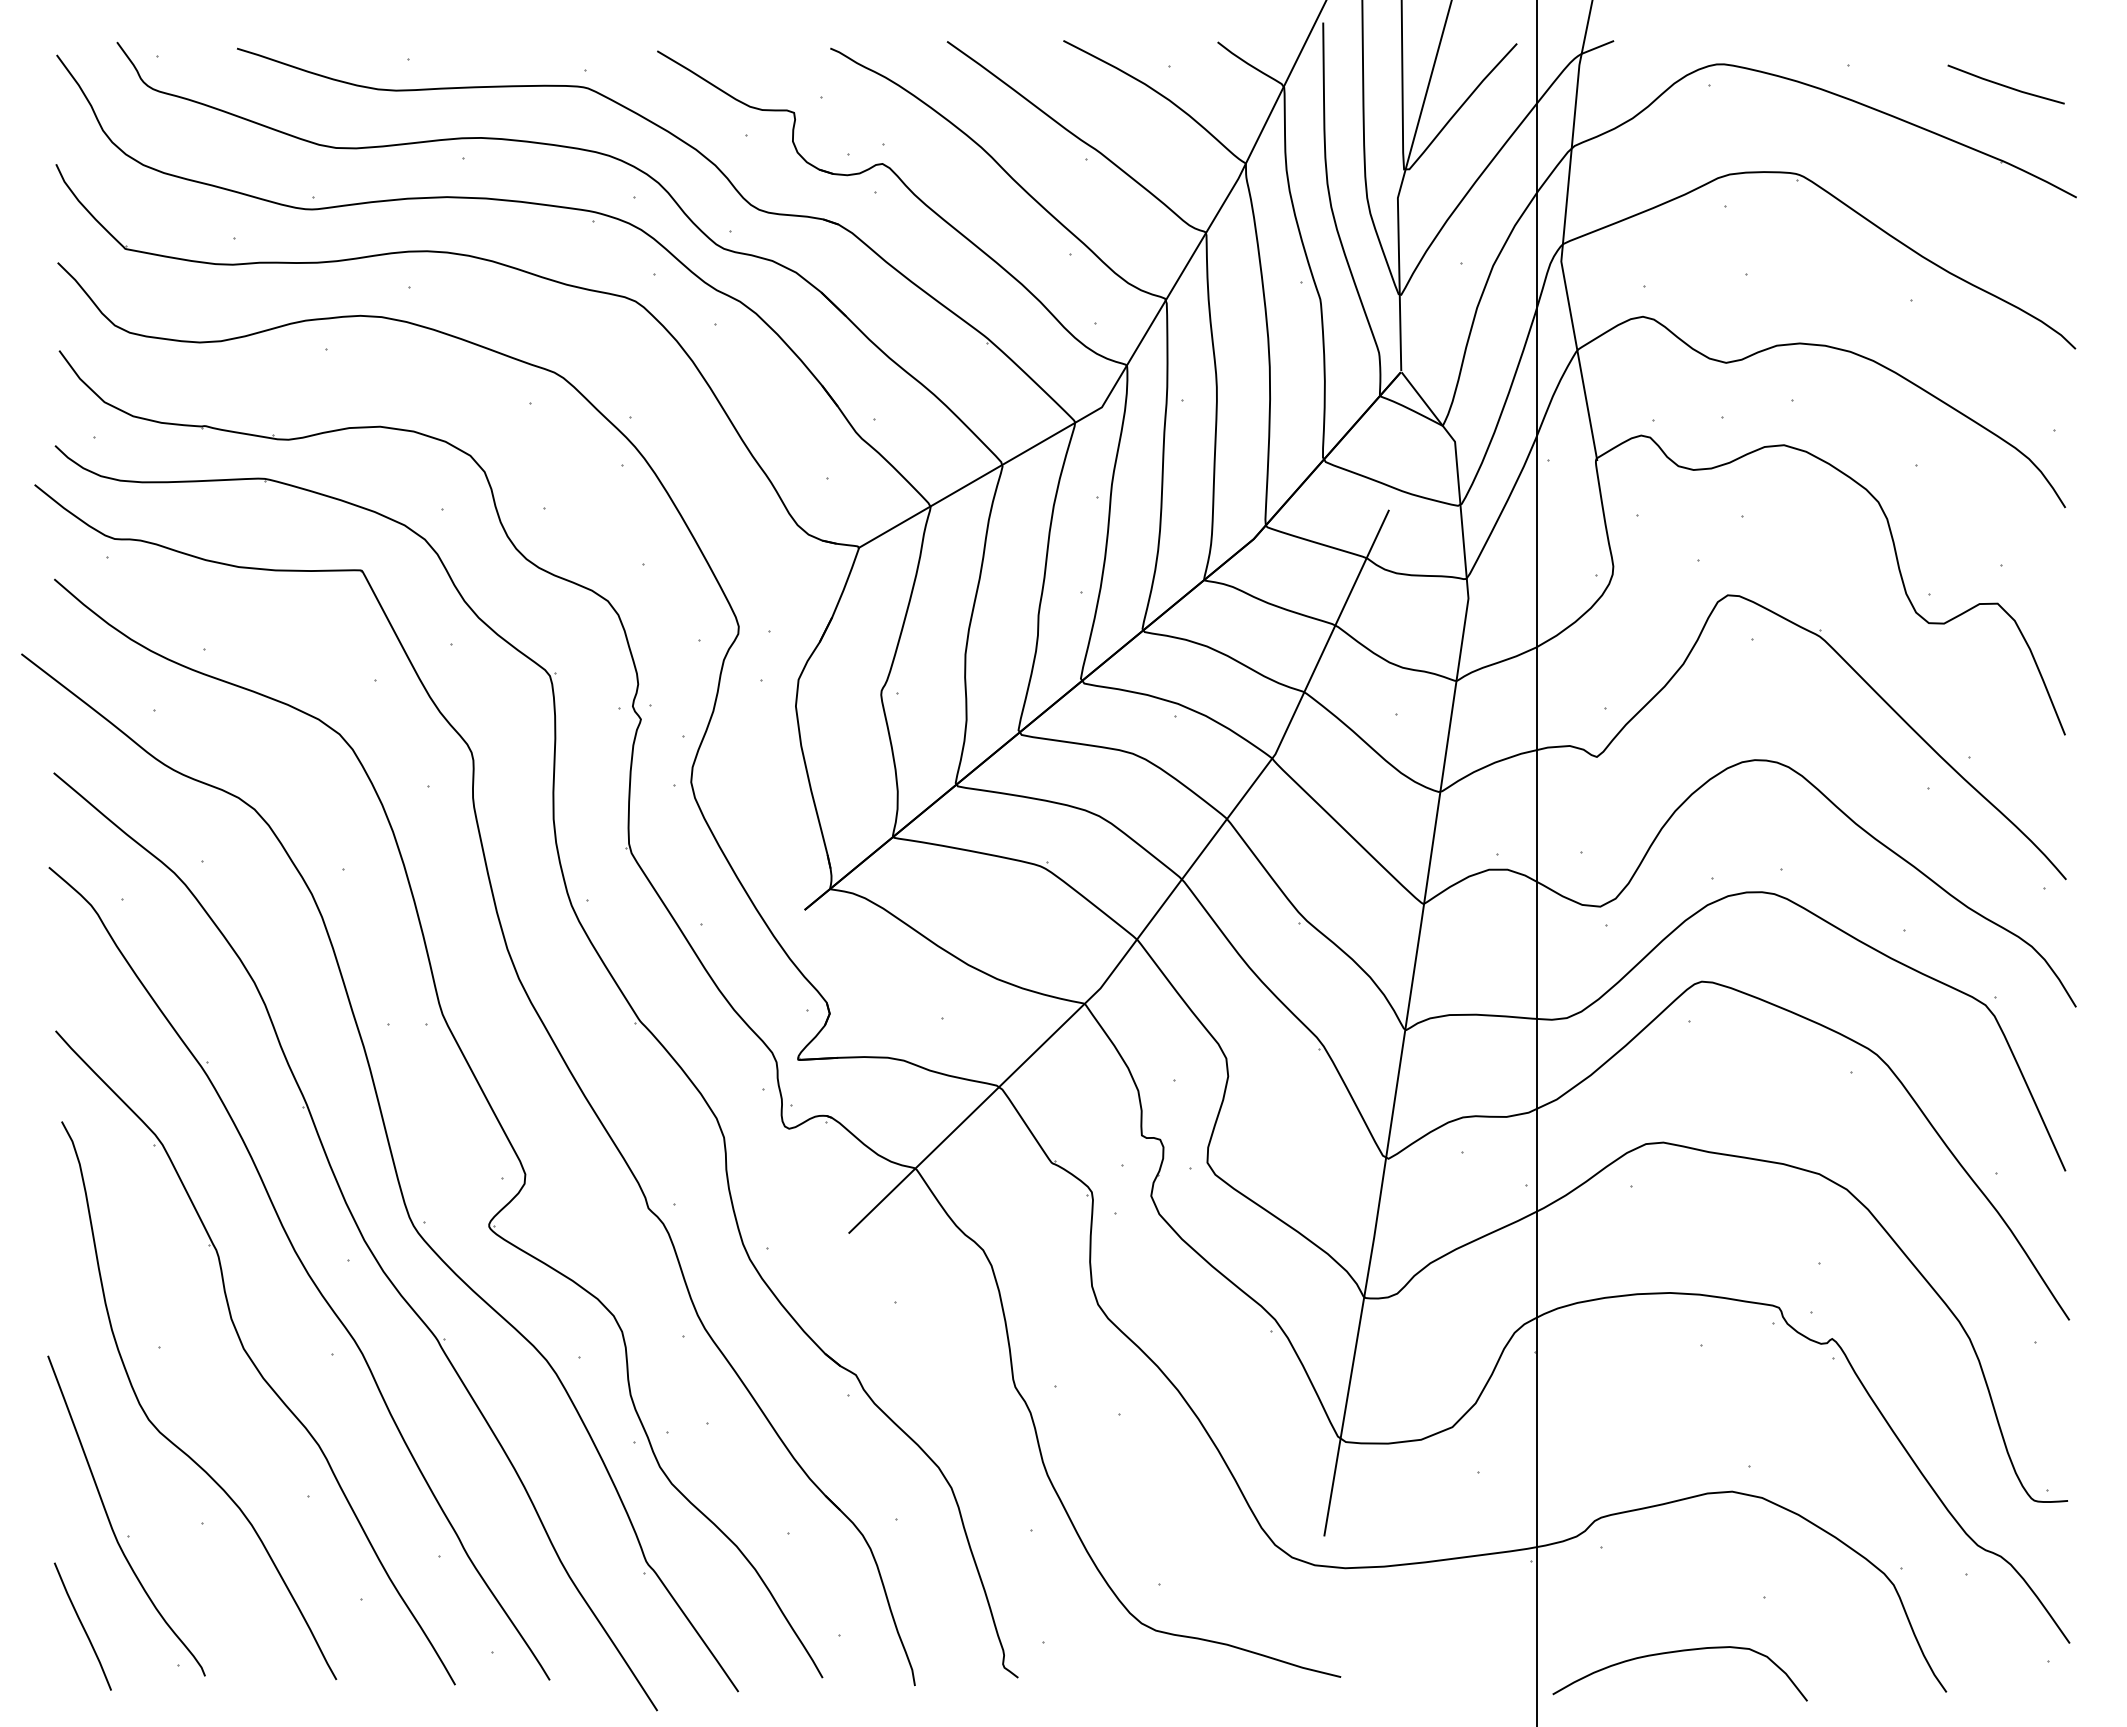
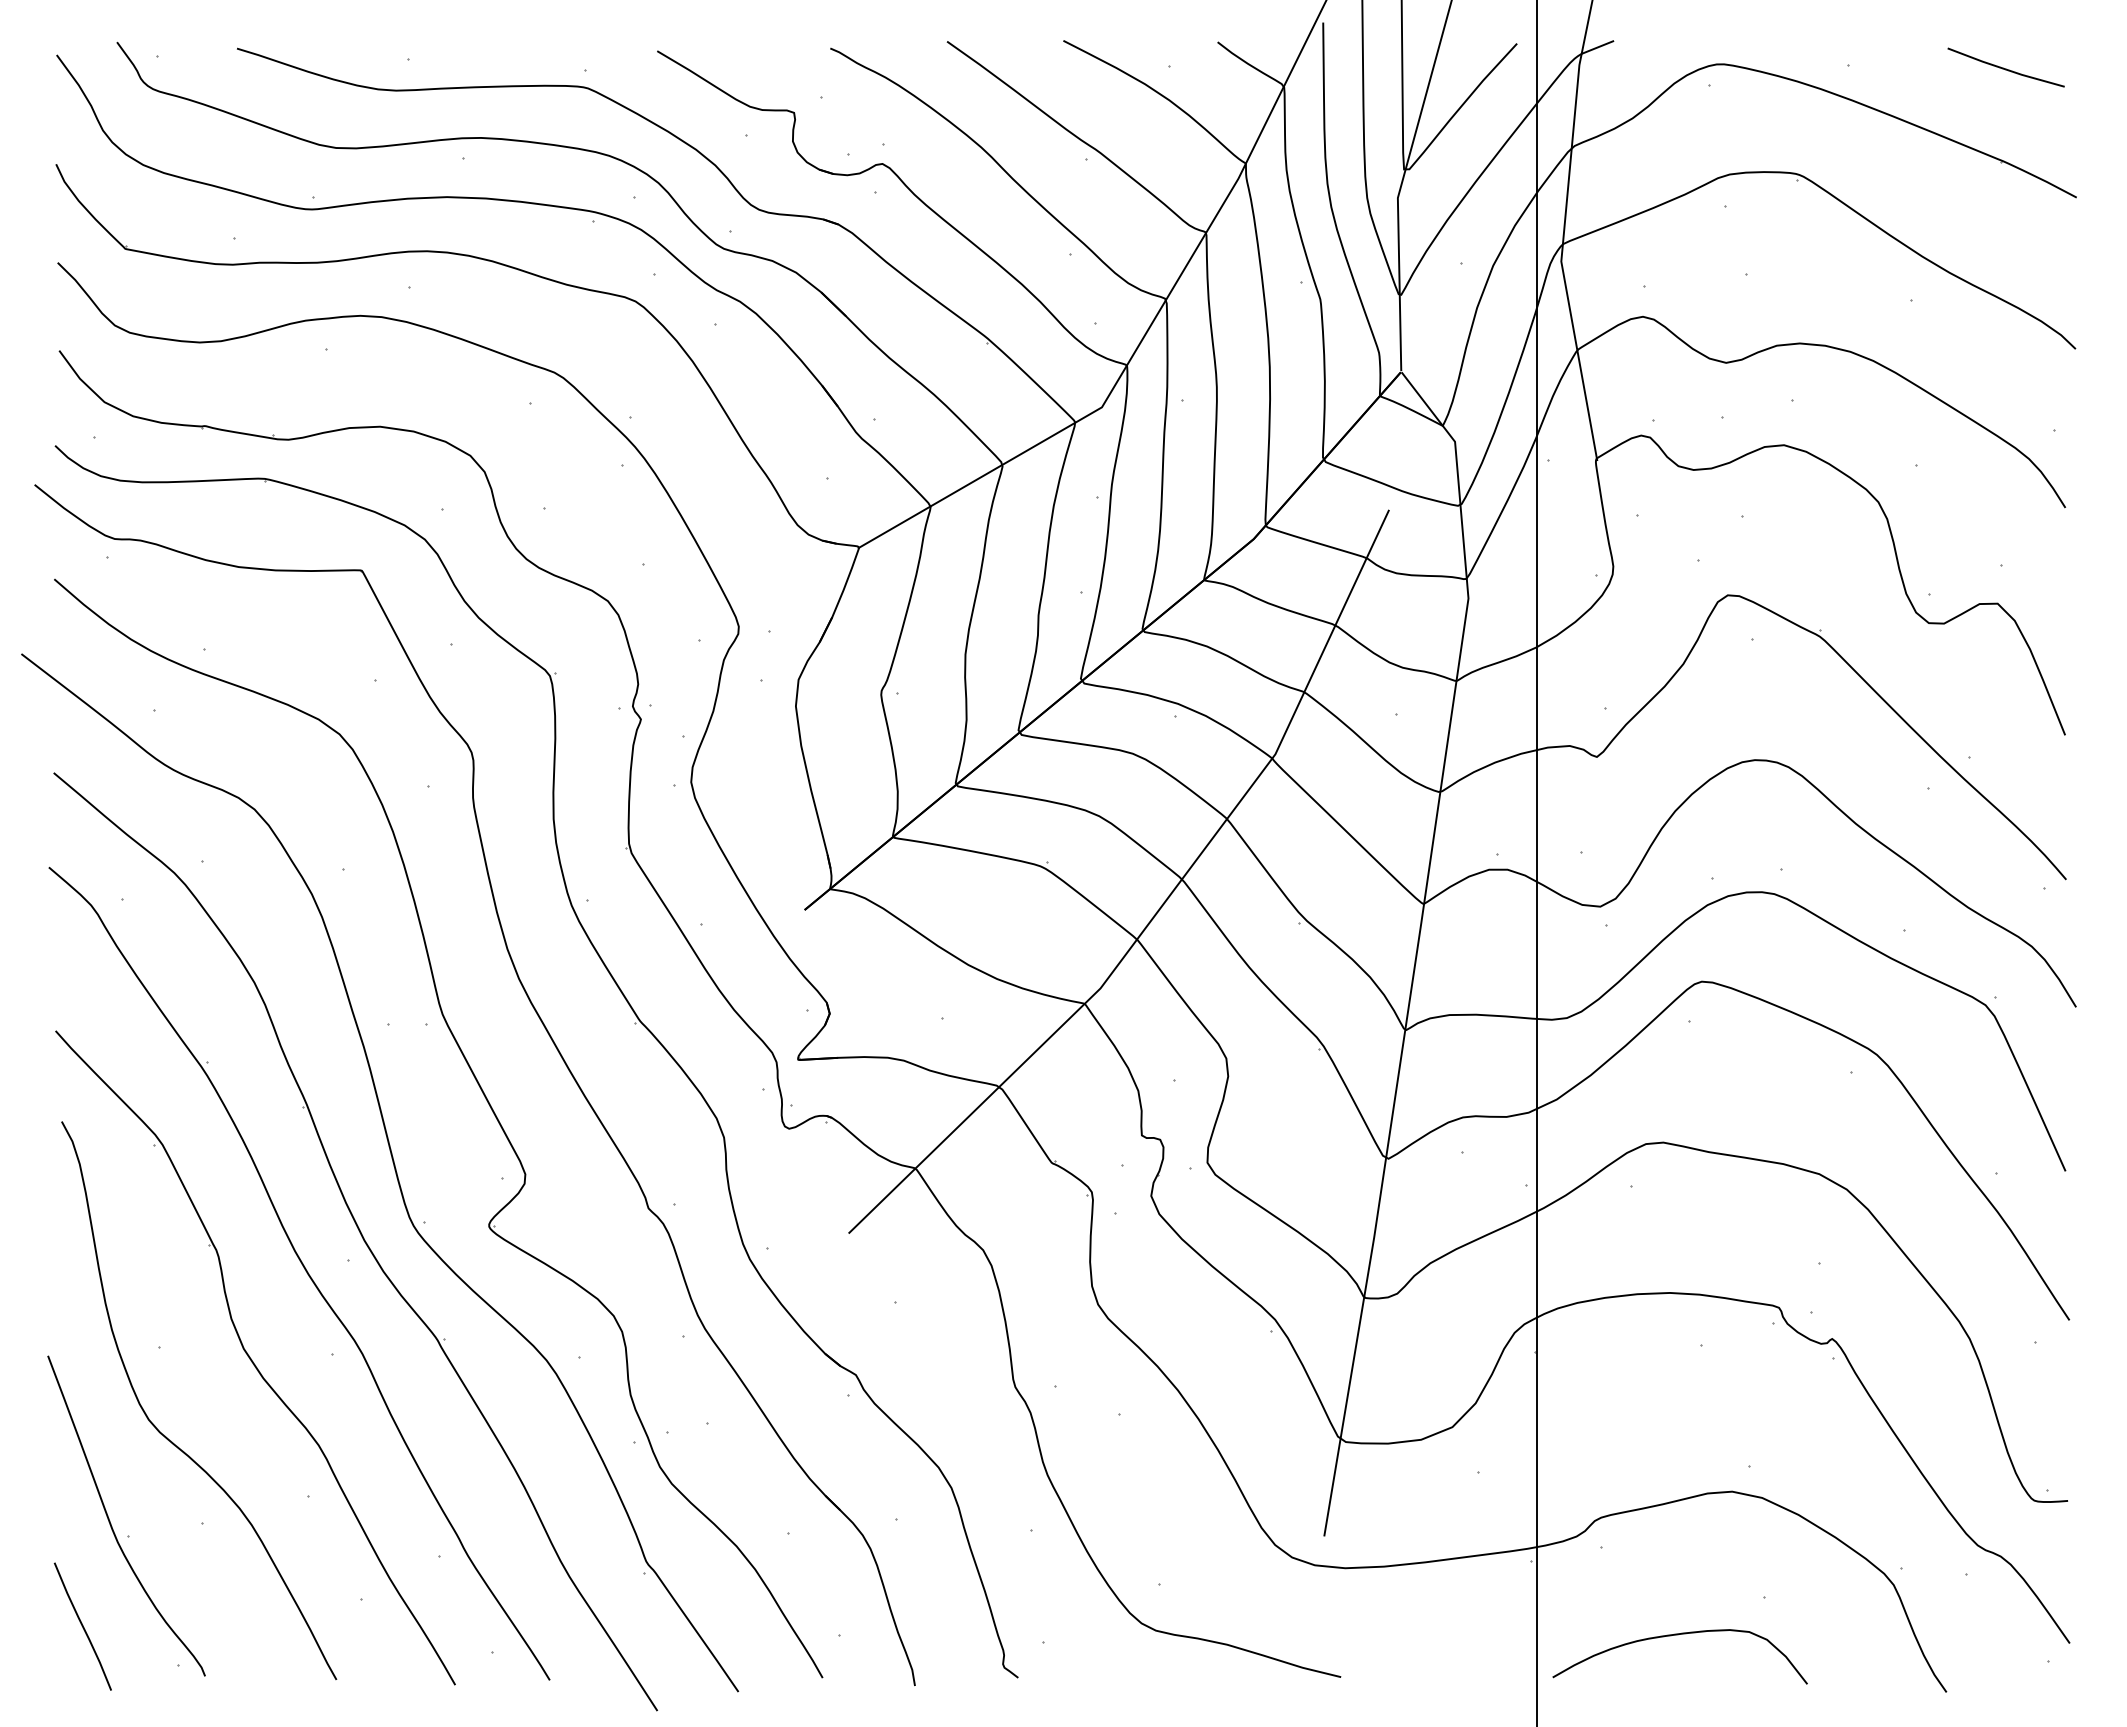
line at (2005, 85) position: (2005, 85) -> (2005, 68)
curve at (1678, 1652) position: (1678, 1652) -> (1678, 1635)
